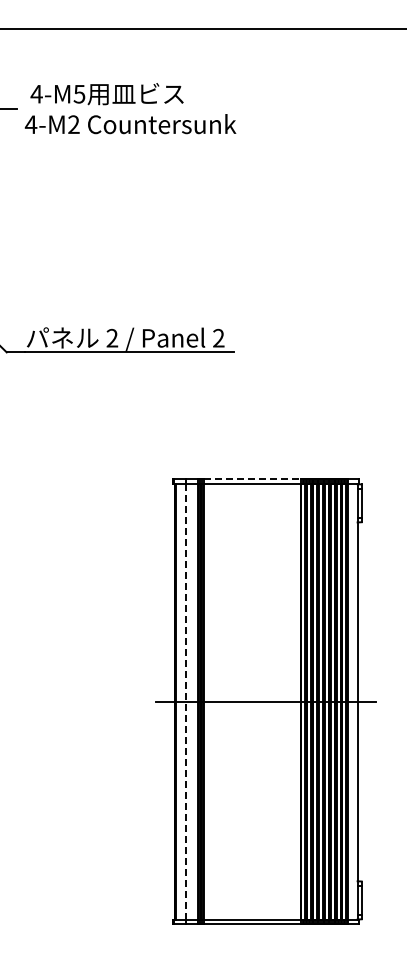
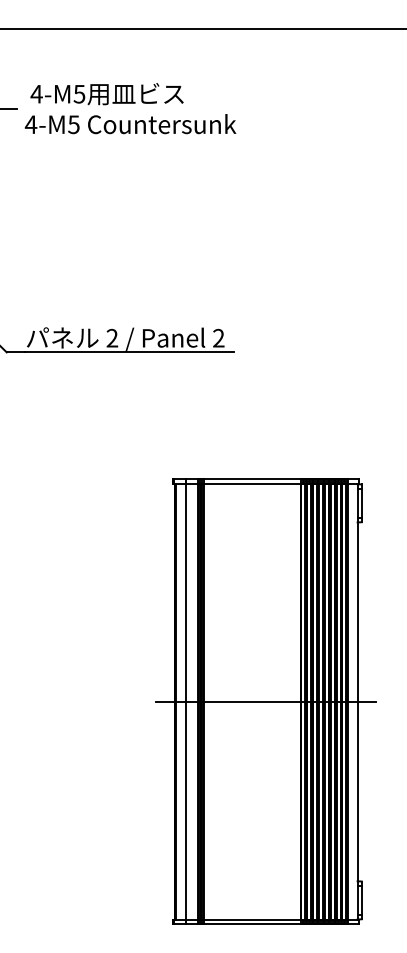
text at (73, 124): 4-M2 -> 4-M5
line at (252, 479): dashed -> solid
line at (186, 702): dashed -> solid
